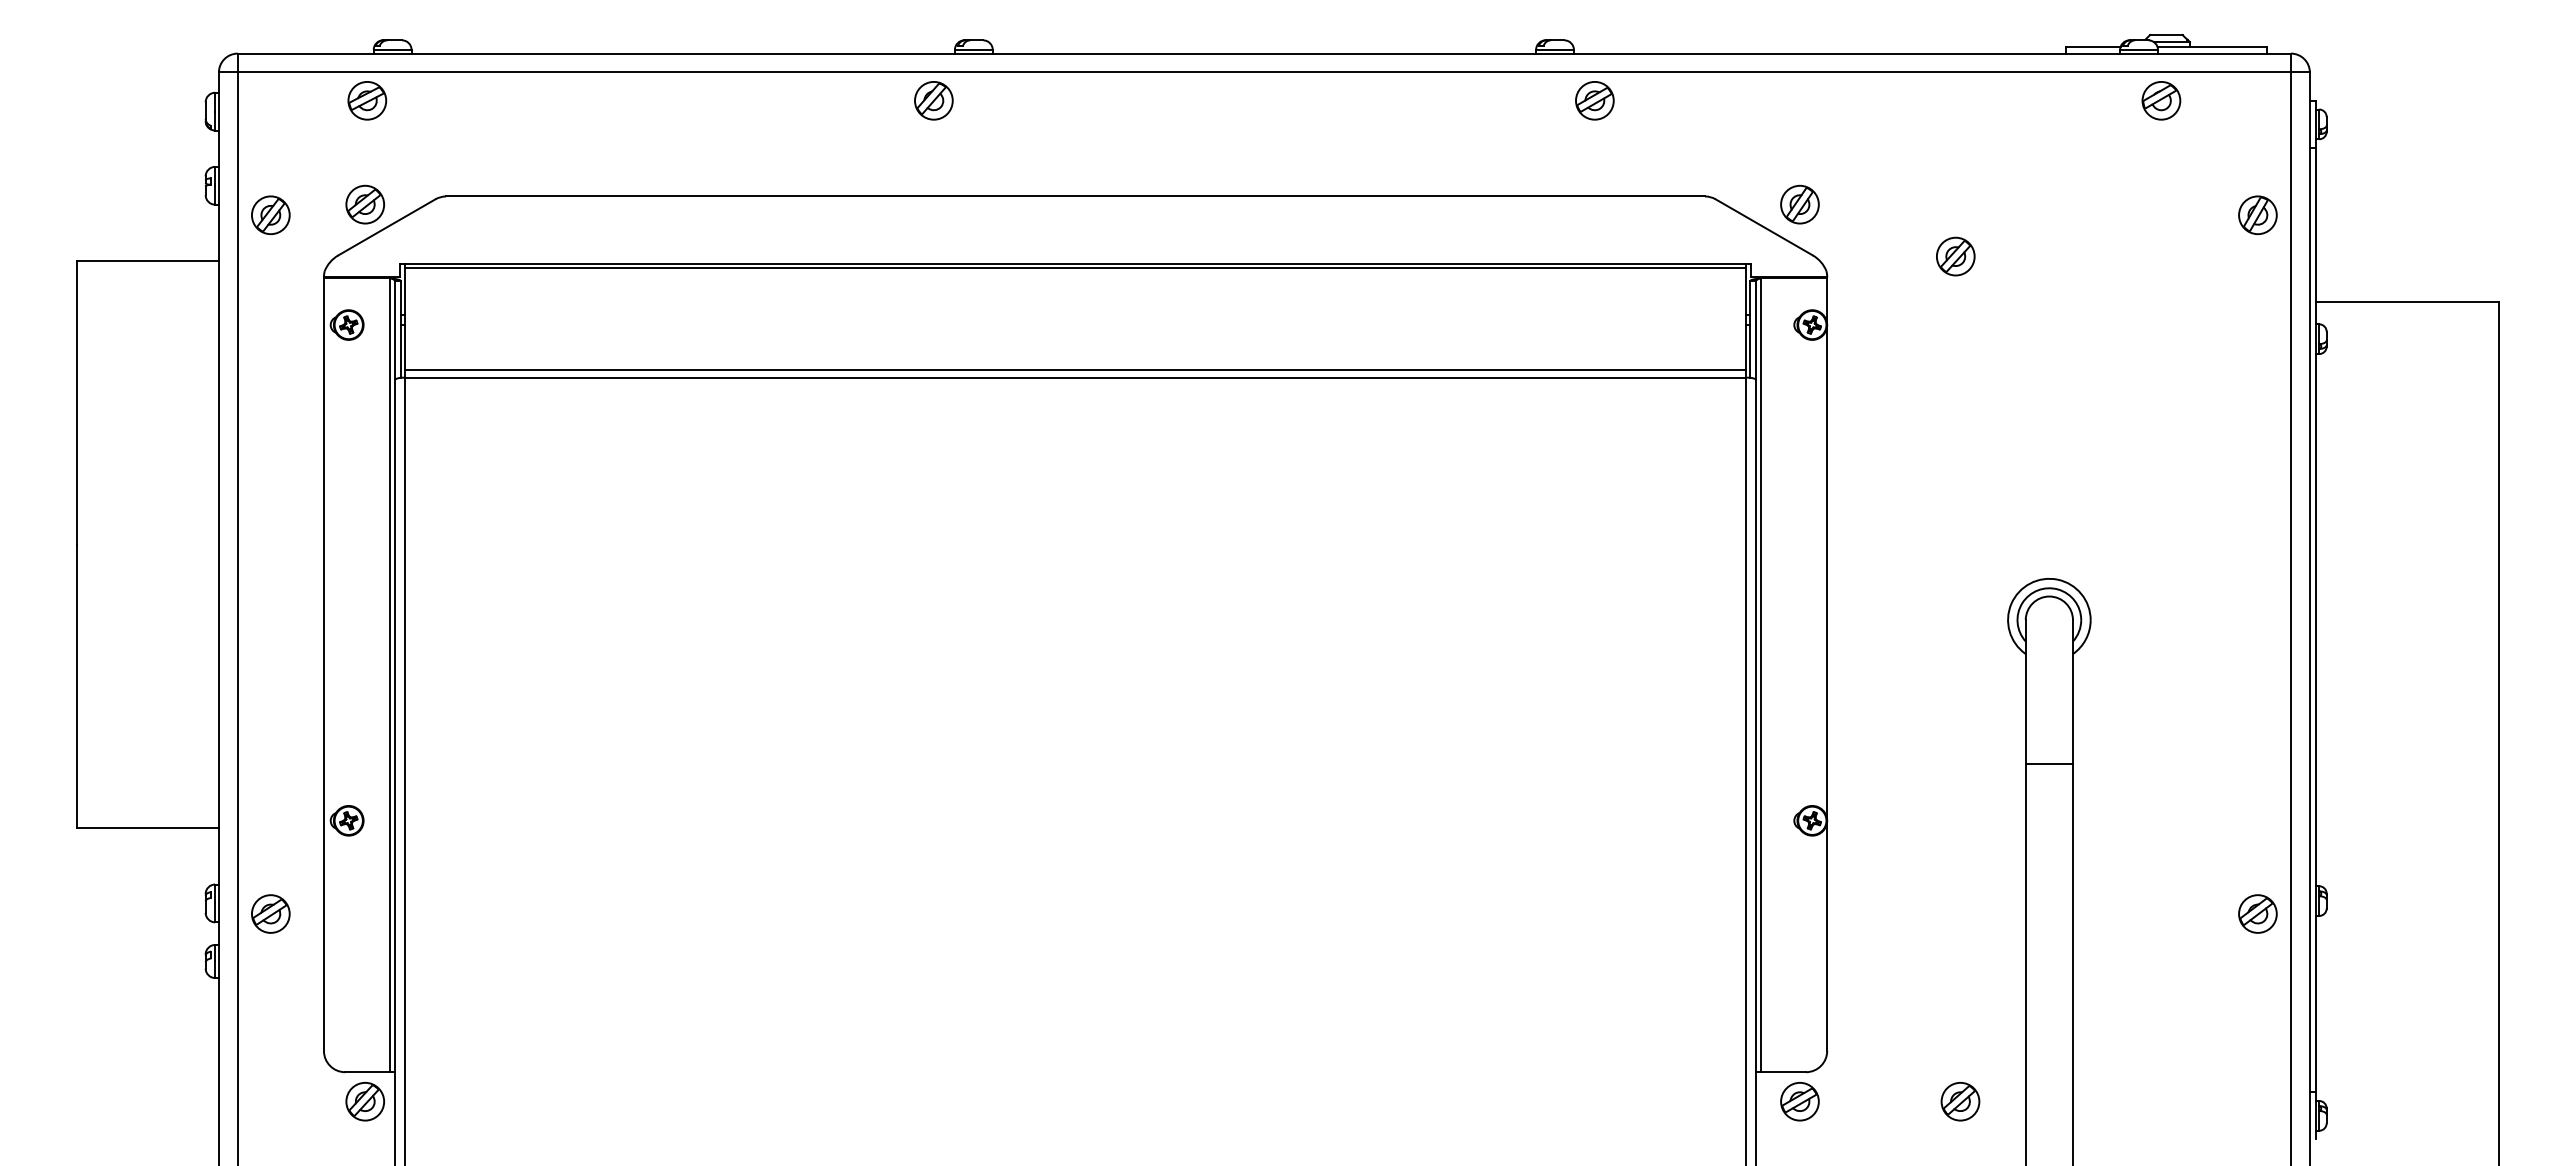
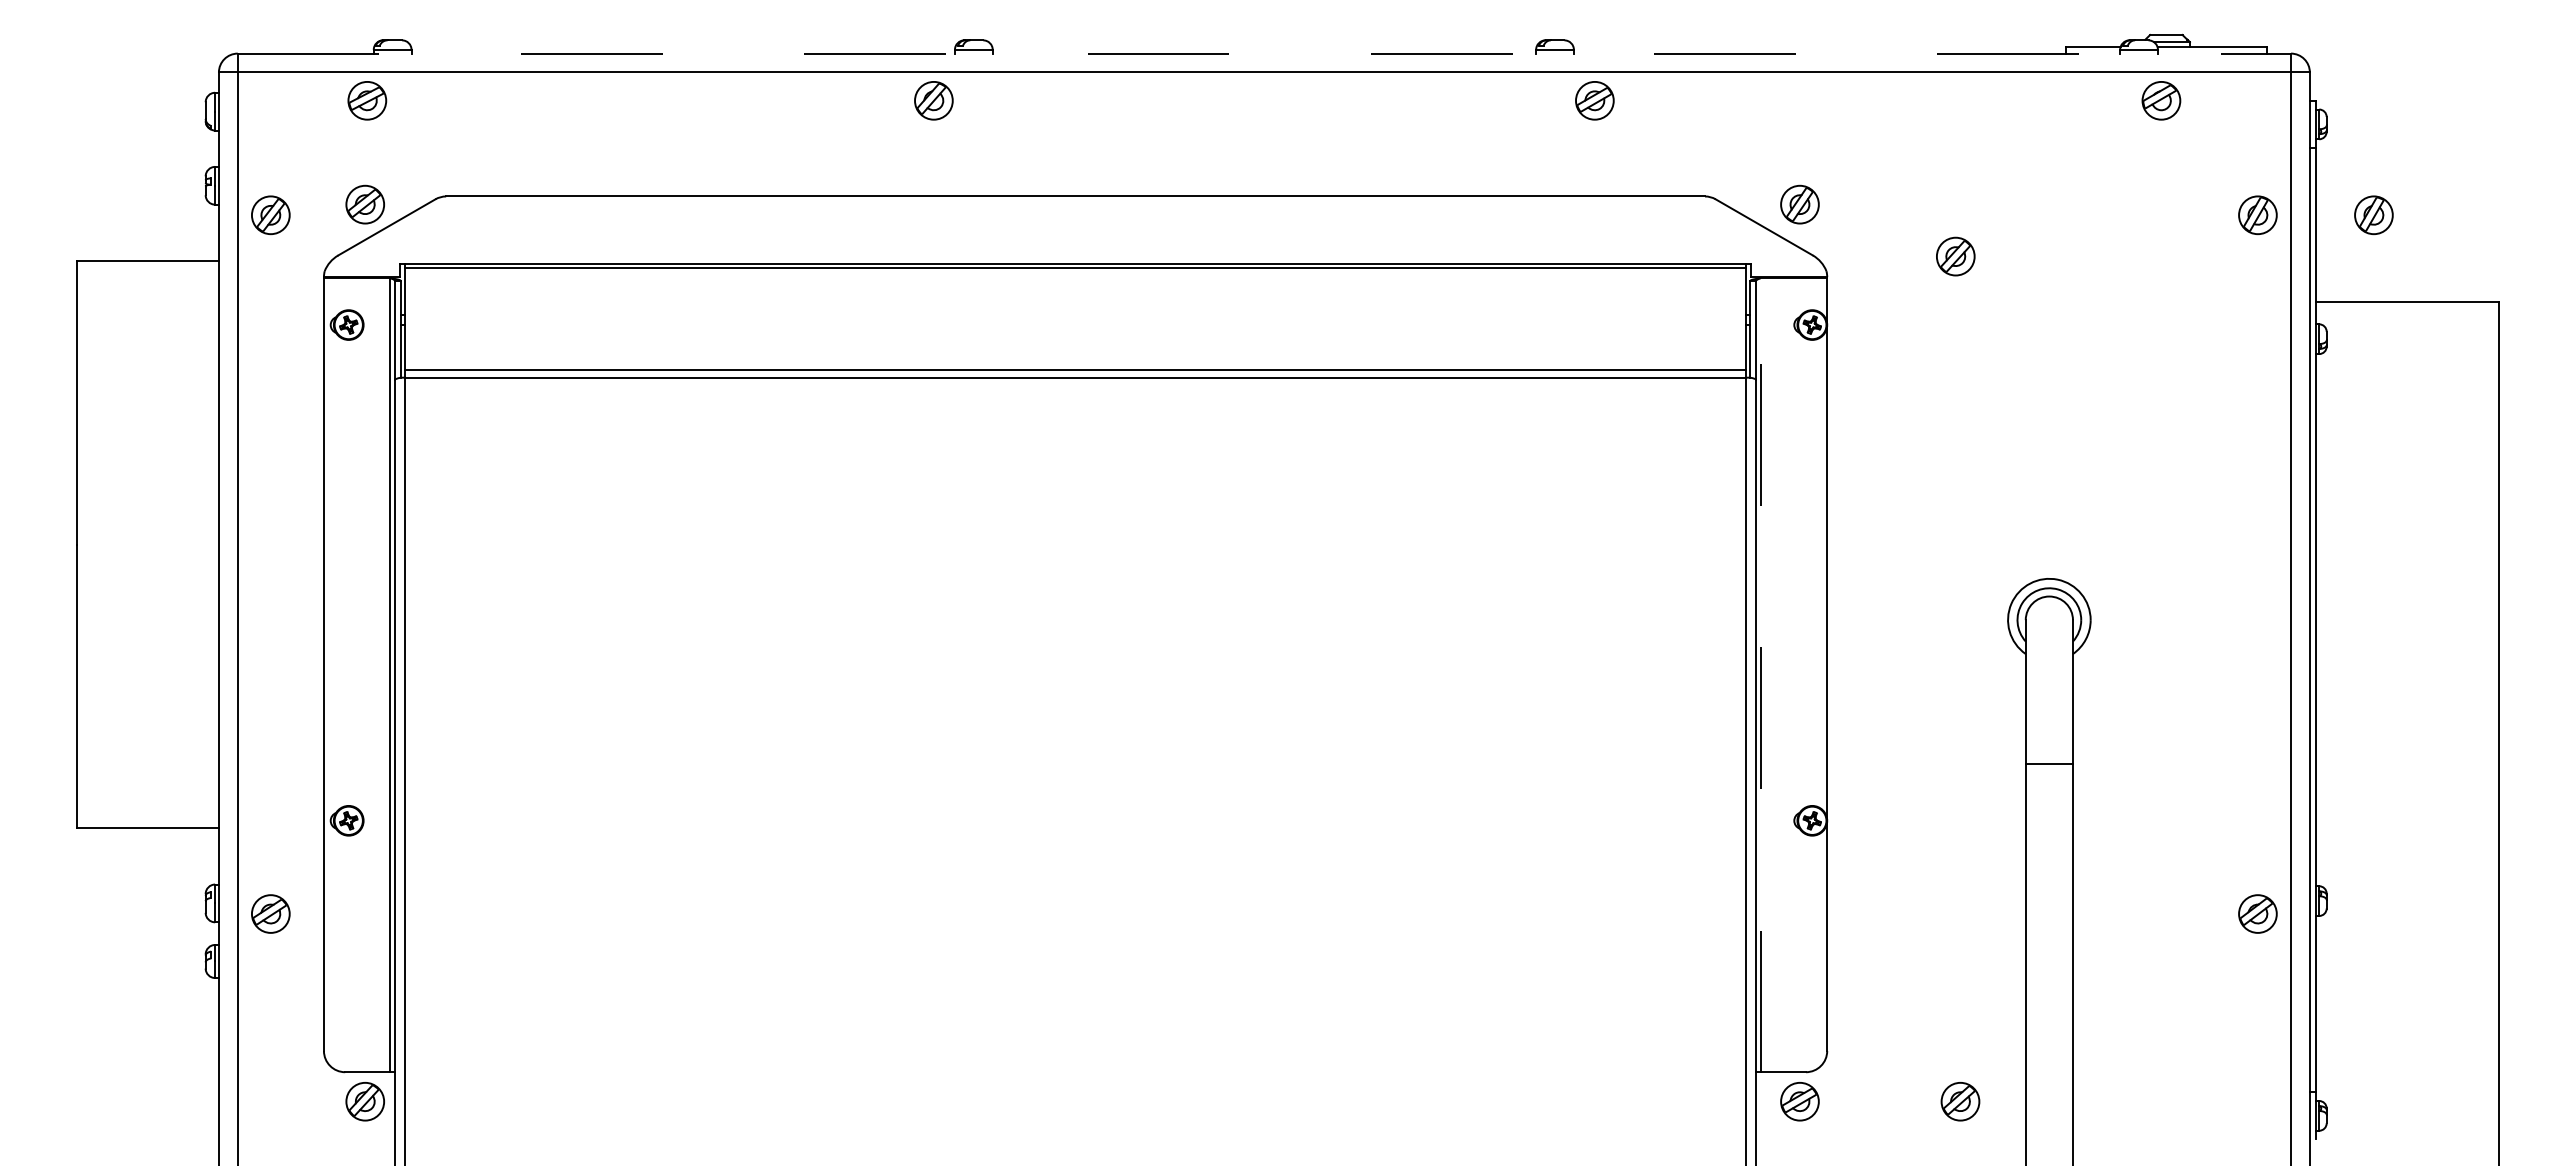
line at (1264, 53): solid -> dashed
part at (2373, 215): none -> present
line at (1760, 674): solid -> dashed
